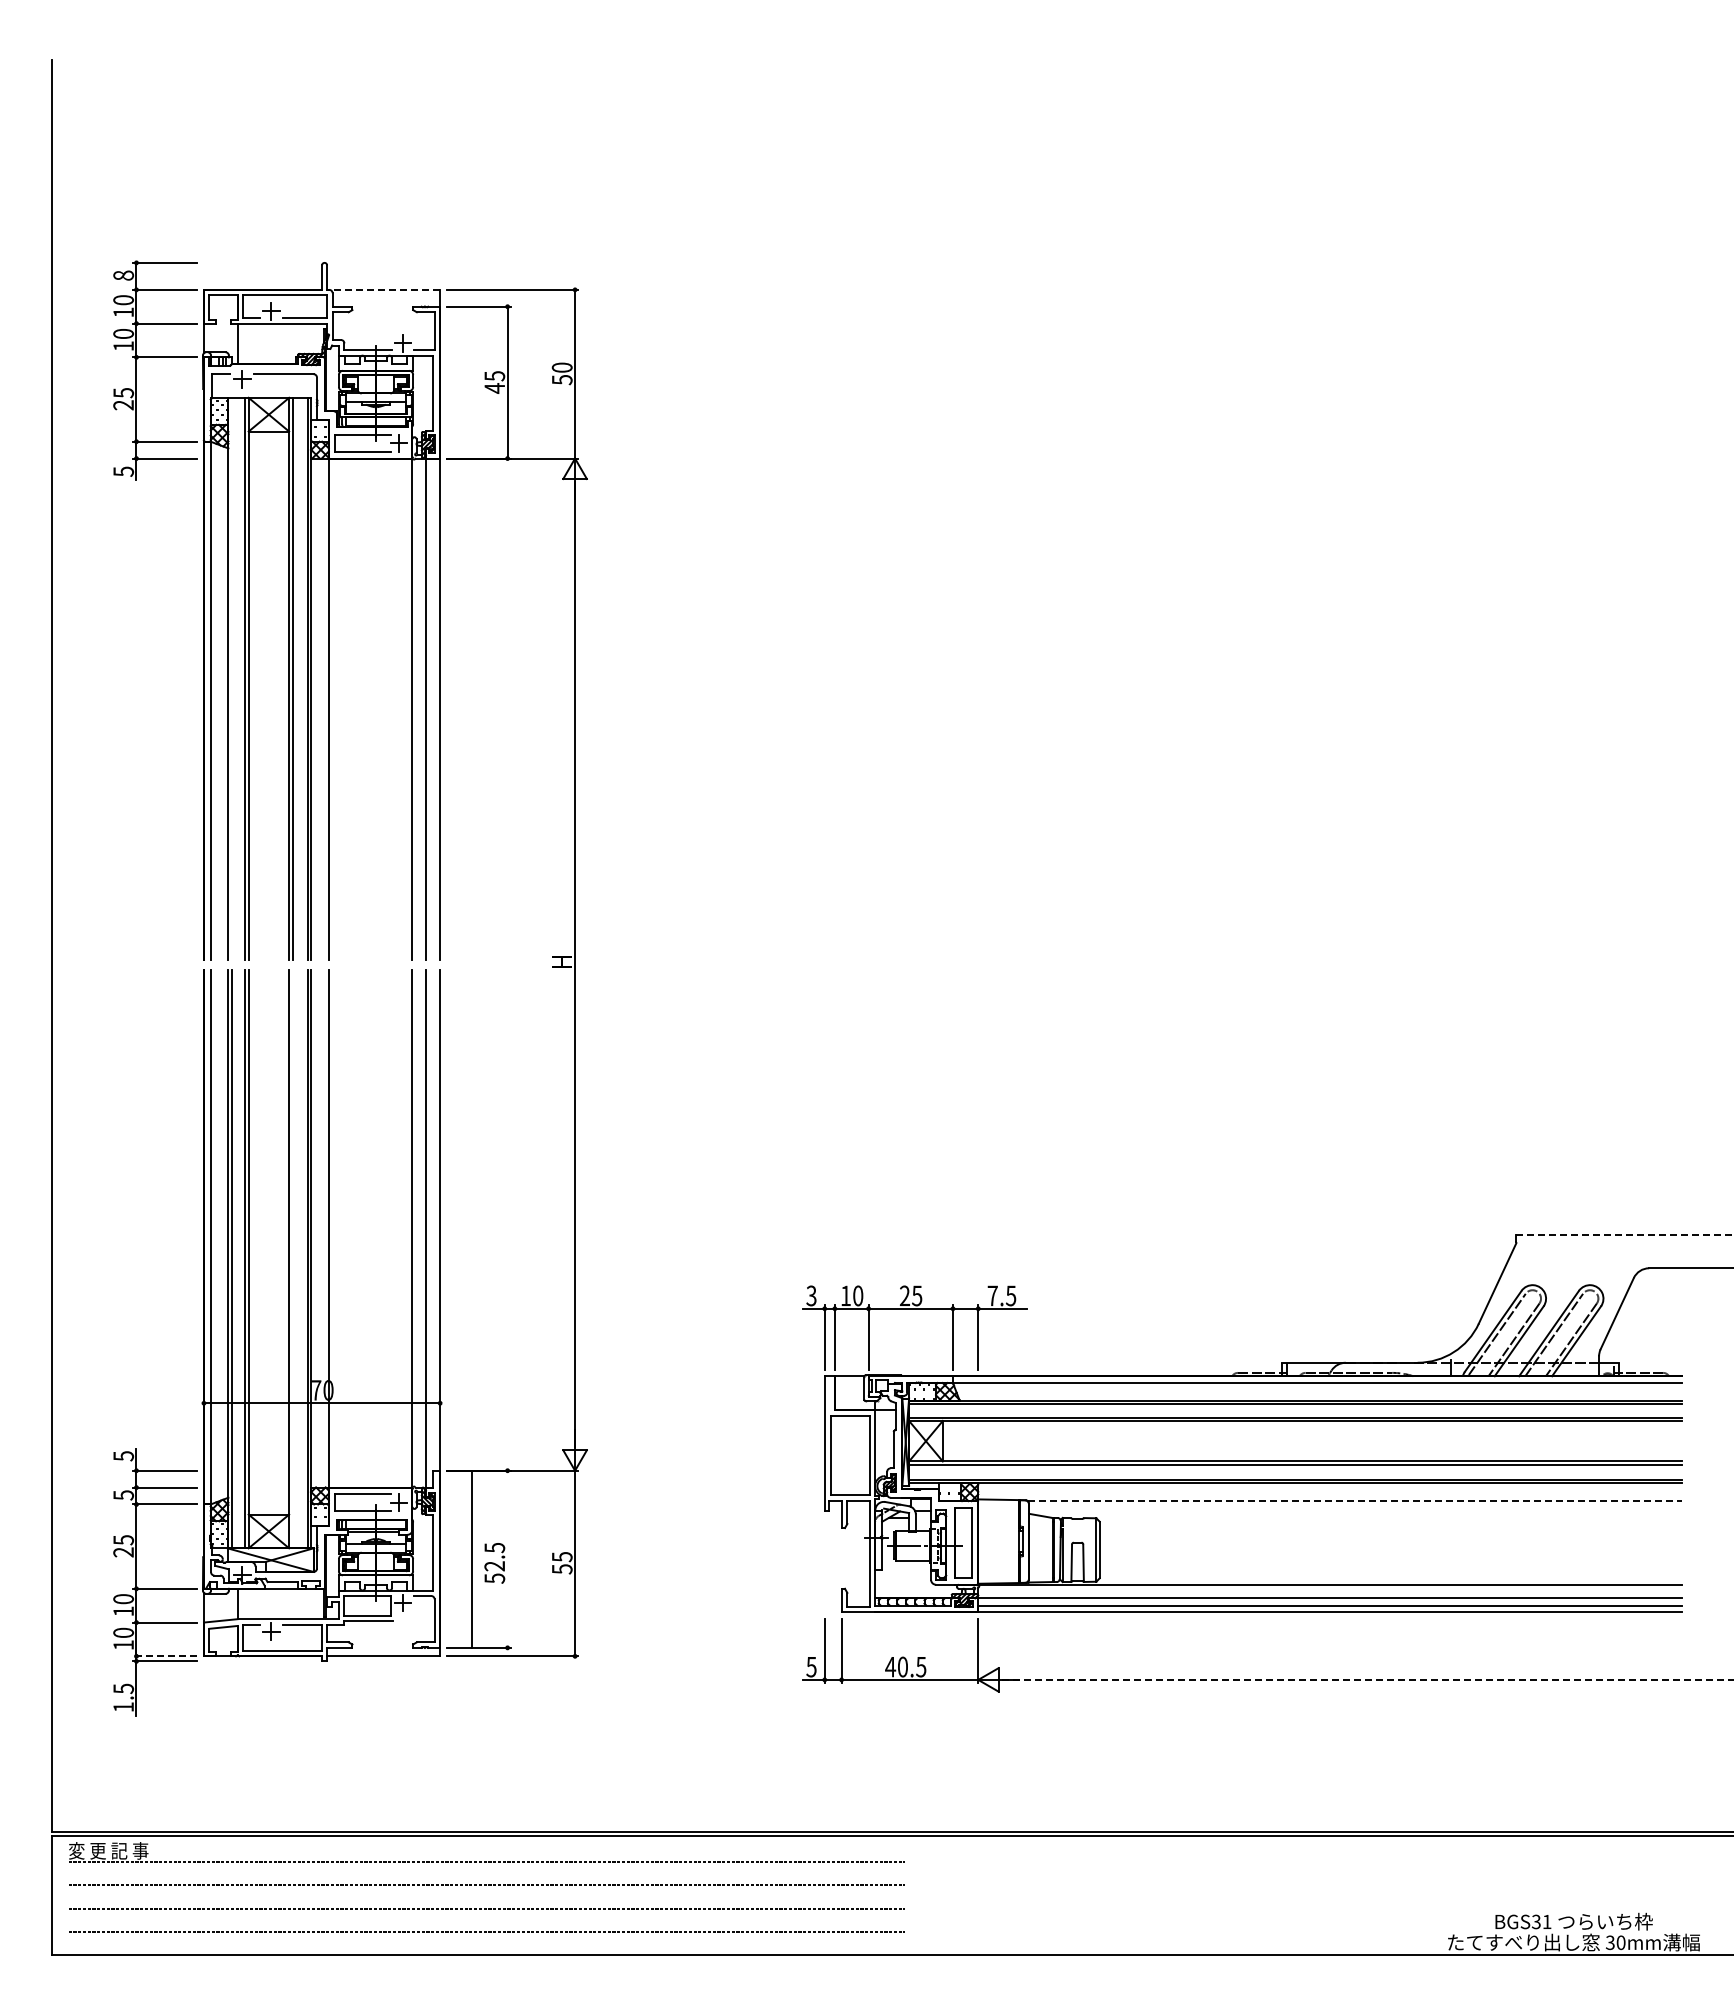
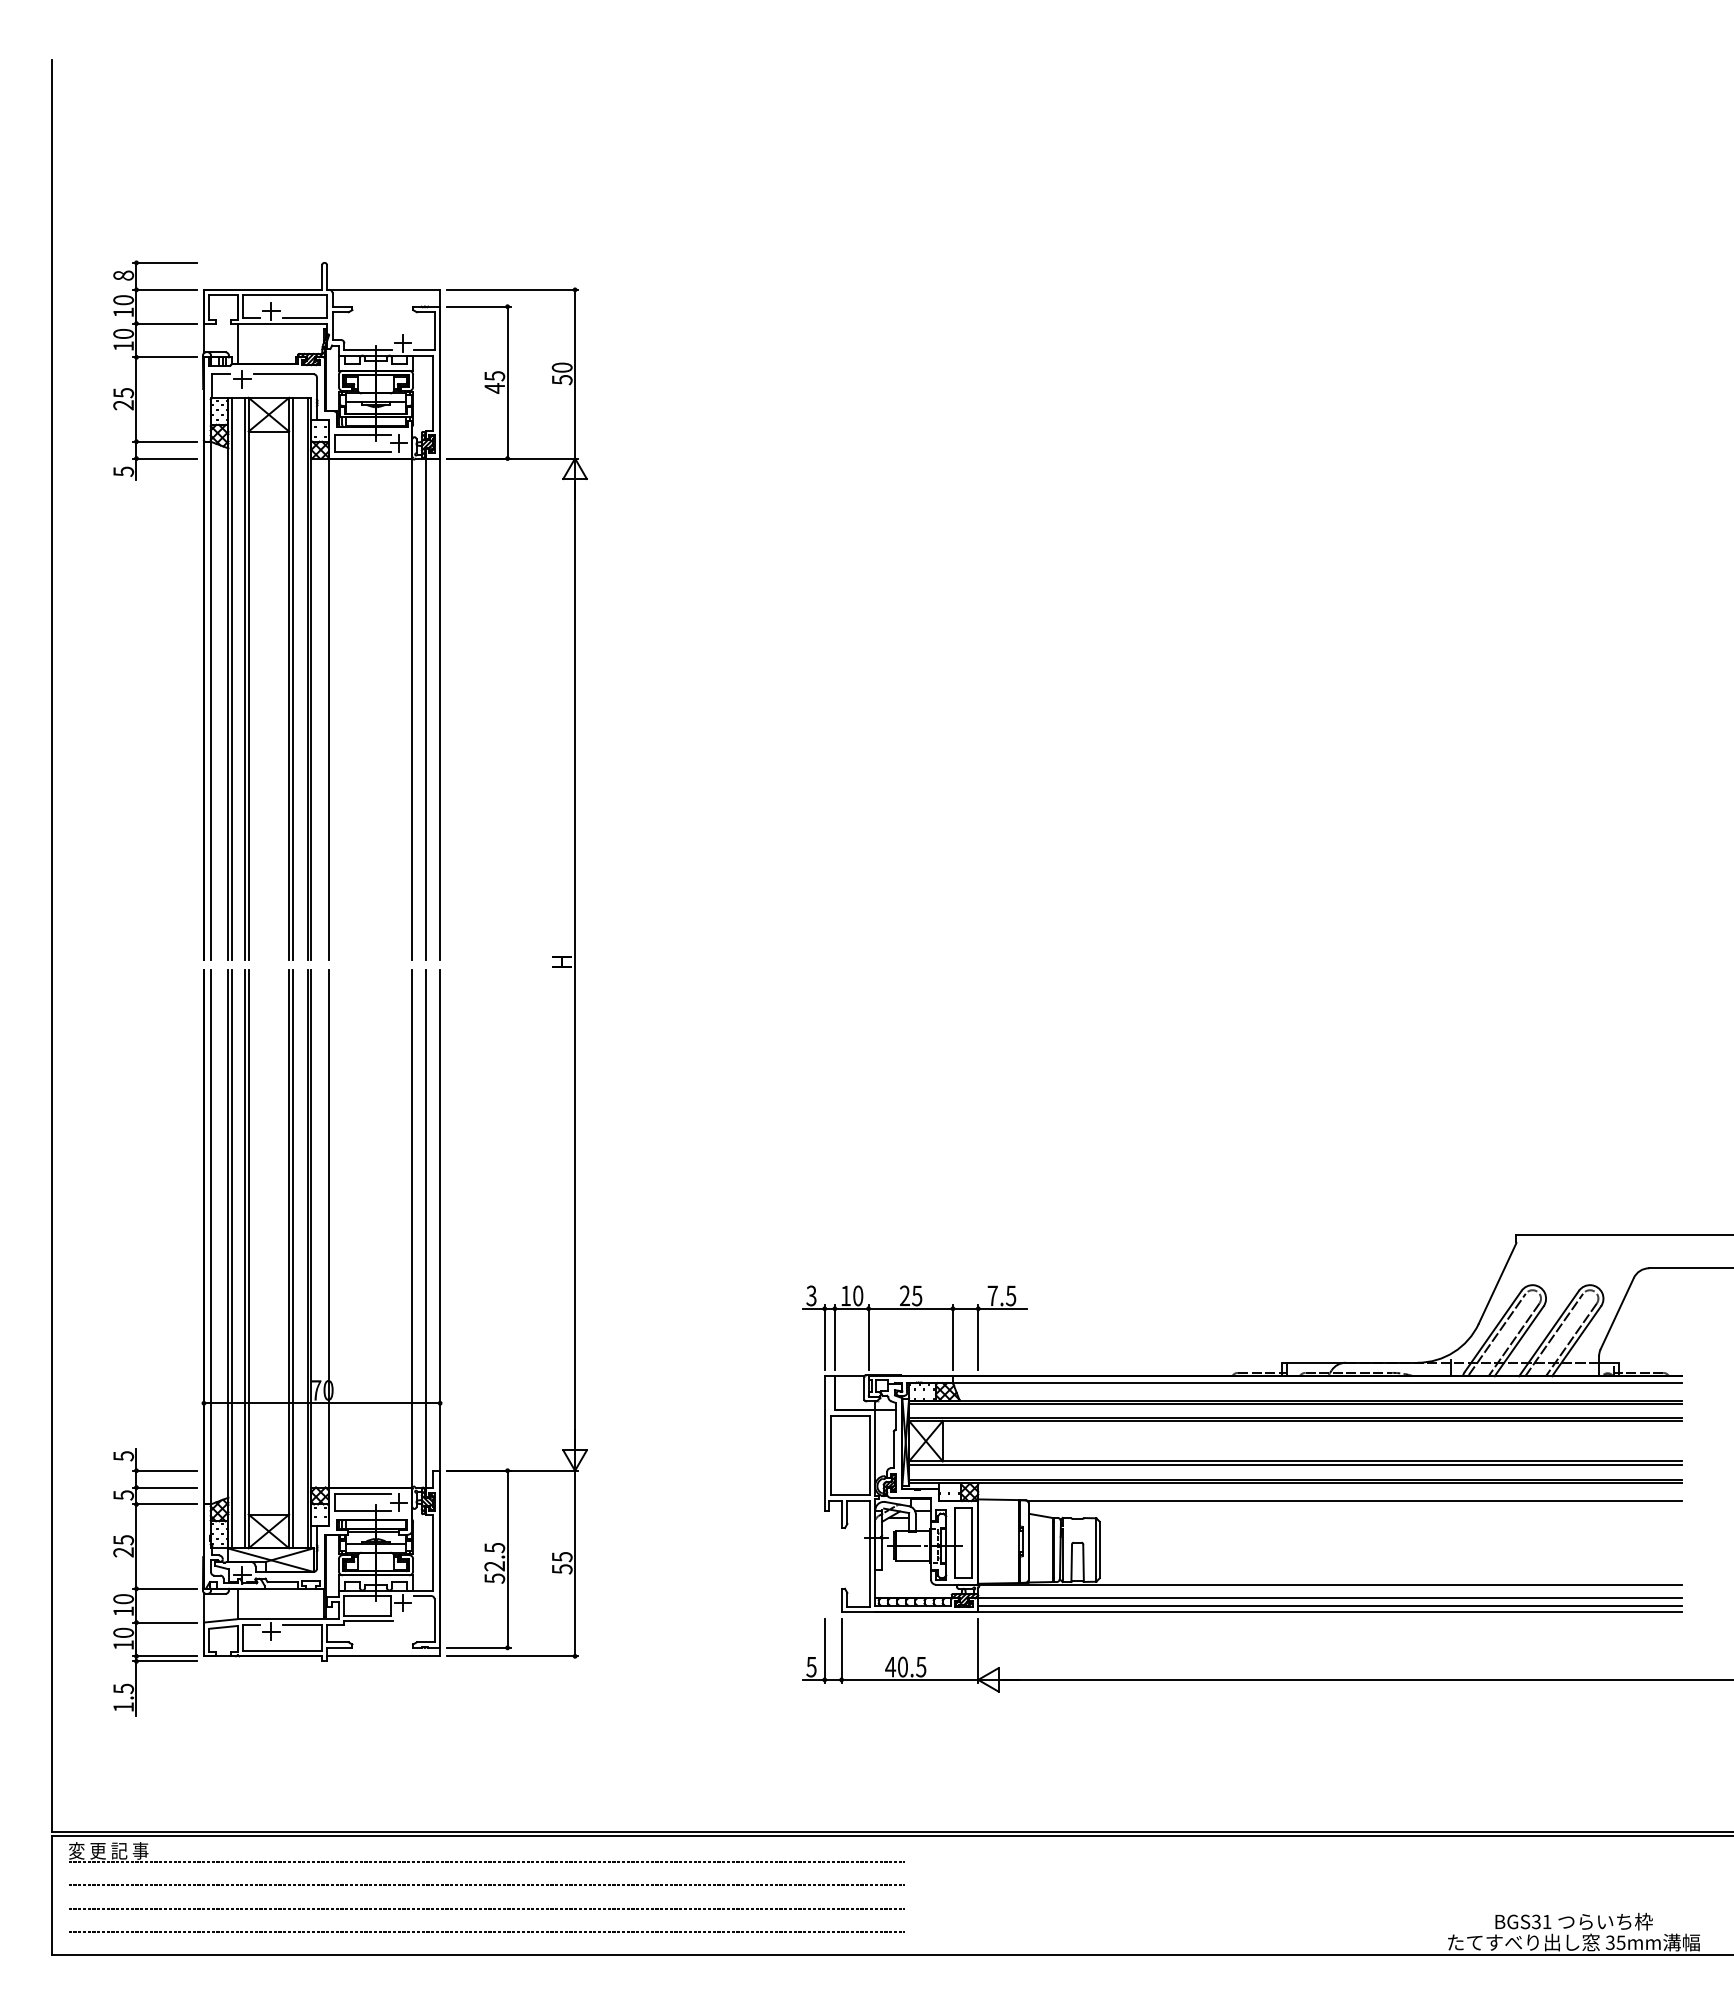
line at (383, 289): dashed -> solid
line at (231, 678): none -> present
line at (1625, 1234): dashed -> solid
line at (292, 1258): none -> present
line at (1355, 1501): dashed -> solid
line at (471, 1558) position: (471, 1558) -> (507, 1558)
line at (164, 1656): dashed -> solid
line at (1367, 1679): dashed -> solid
text at (1620, 1942): 30mm -> 35mm
